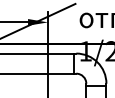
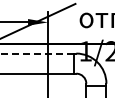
line at (36, 53): solid -> dashed
